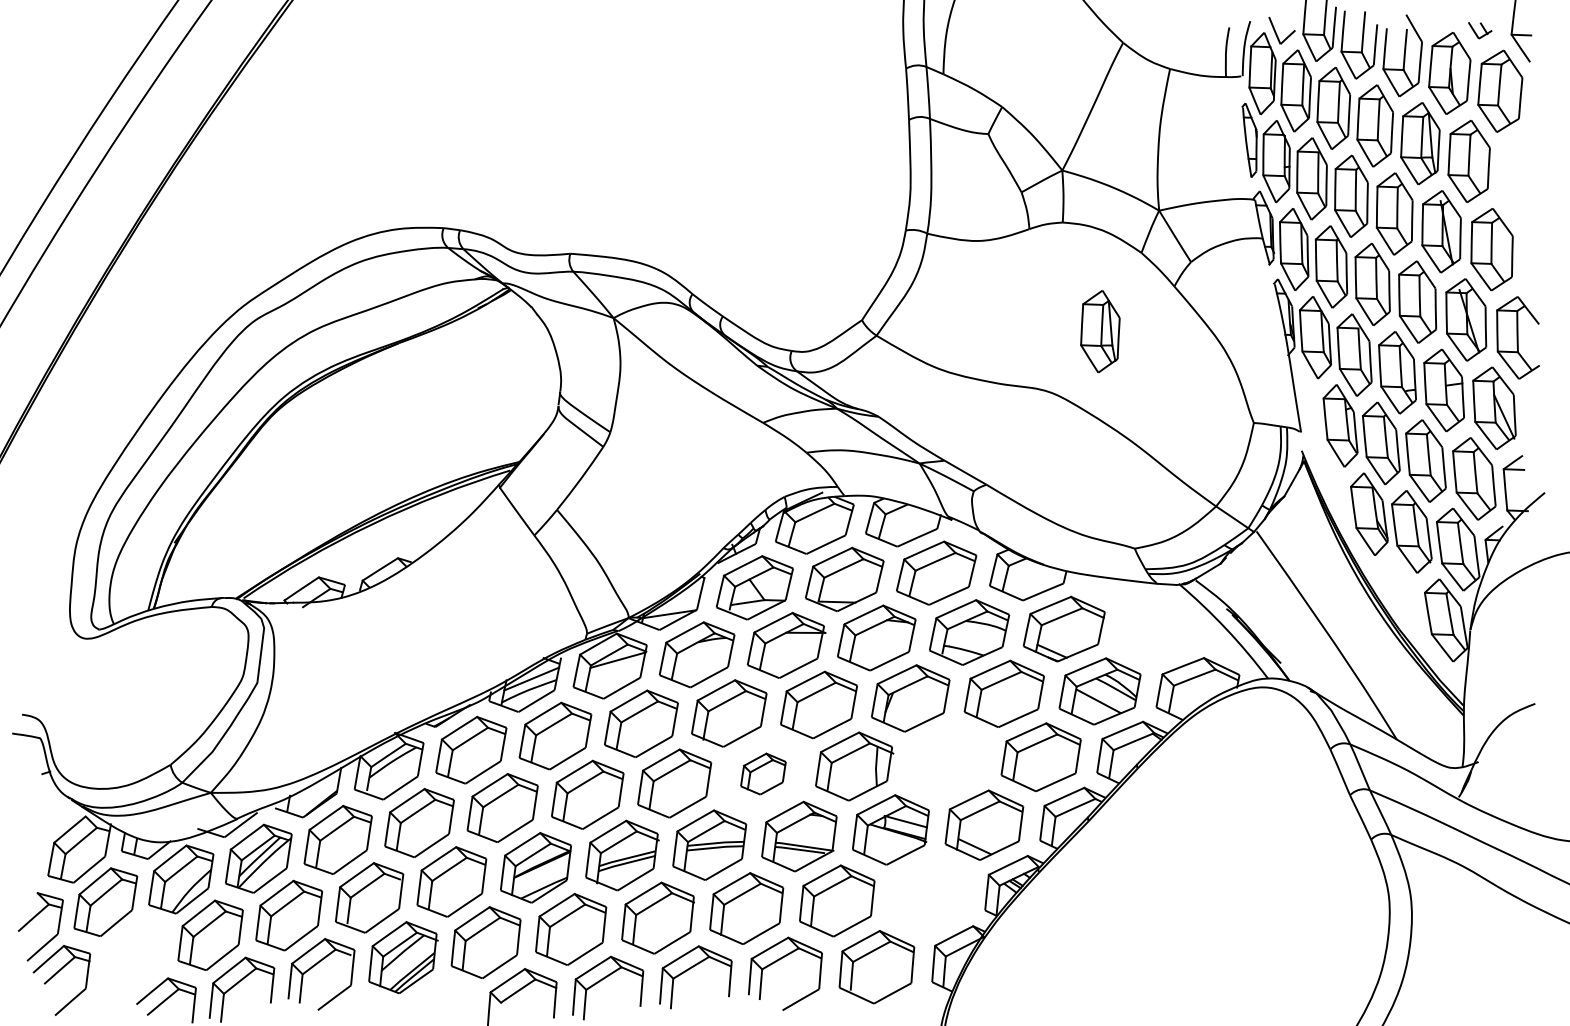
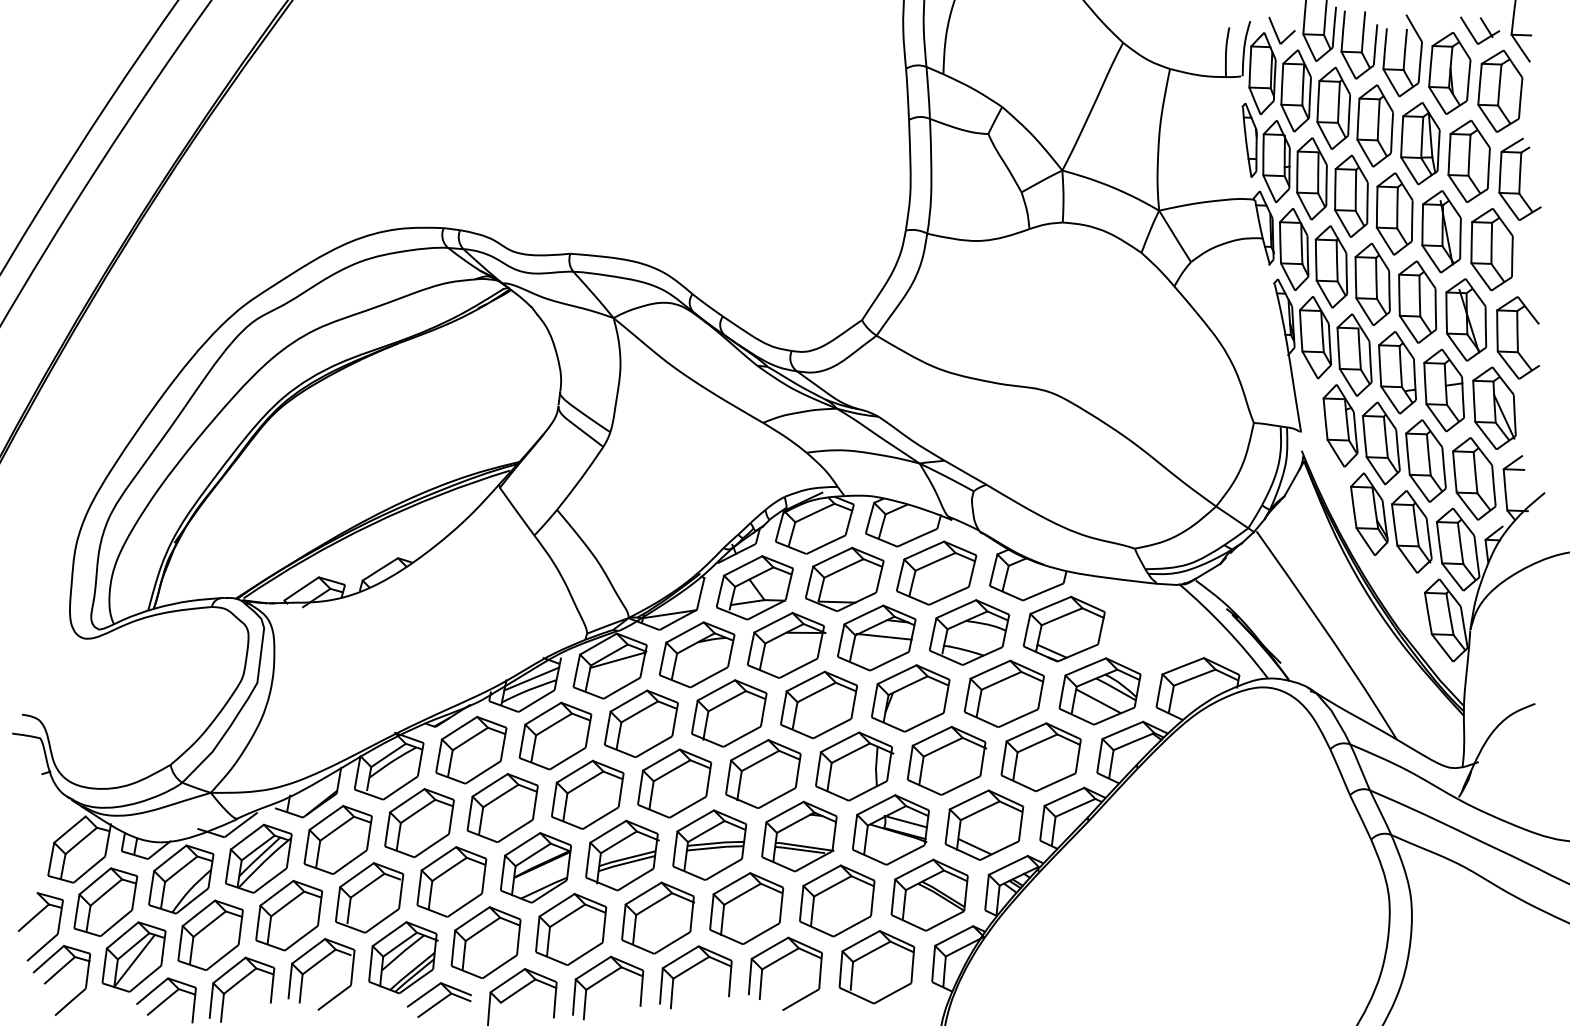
part at (1480, 30) size: 25x18 px -> 41x29 px
part at (1519, 178): none -> present
part at (1100, 331): present -> none
line at (883, 636): none -> present
part at (946, 760): none -> present
part at (763, 773) size: 47x44 px -> 77x70 px
part at (929, 894): none -> present
part at (133, 956): none -> present
part at (438, 1000): none -> present
